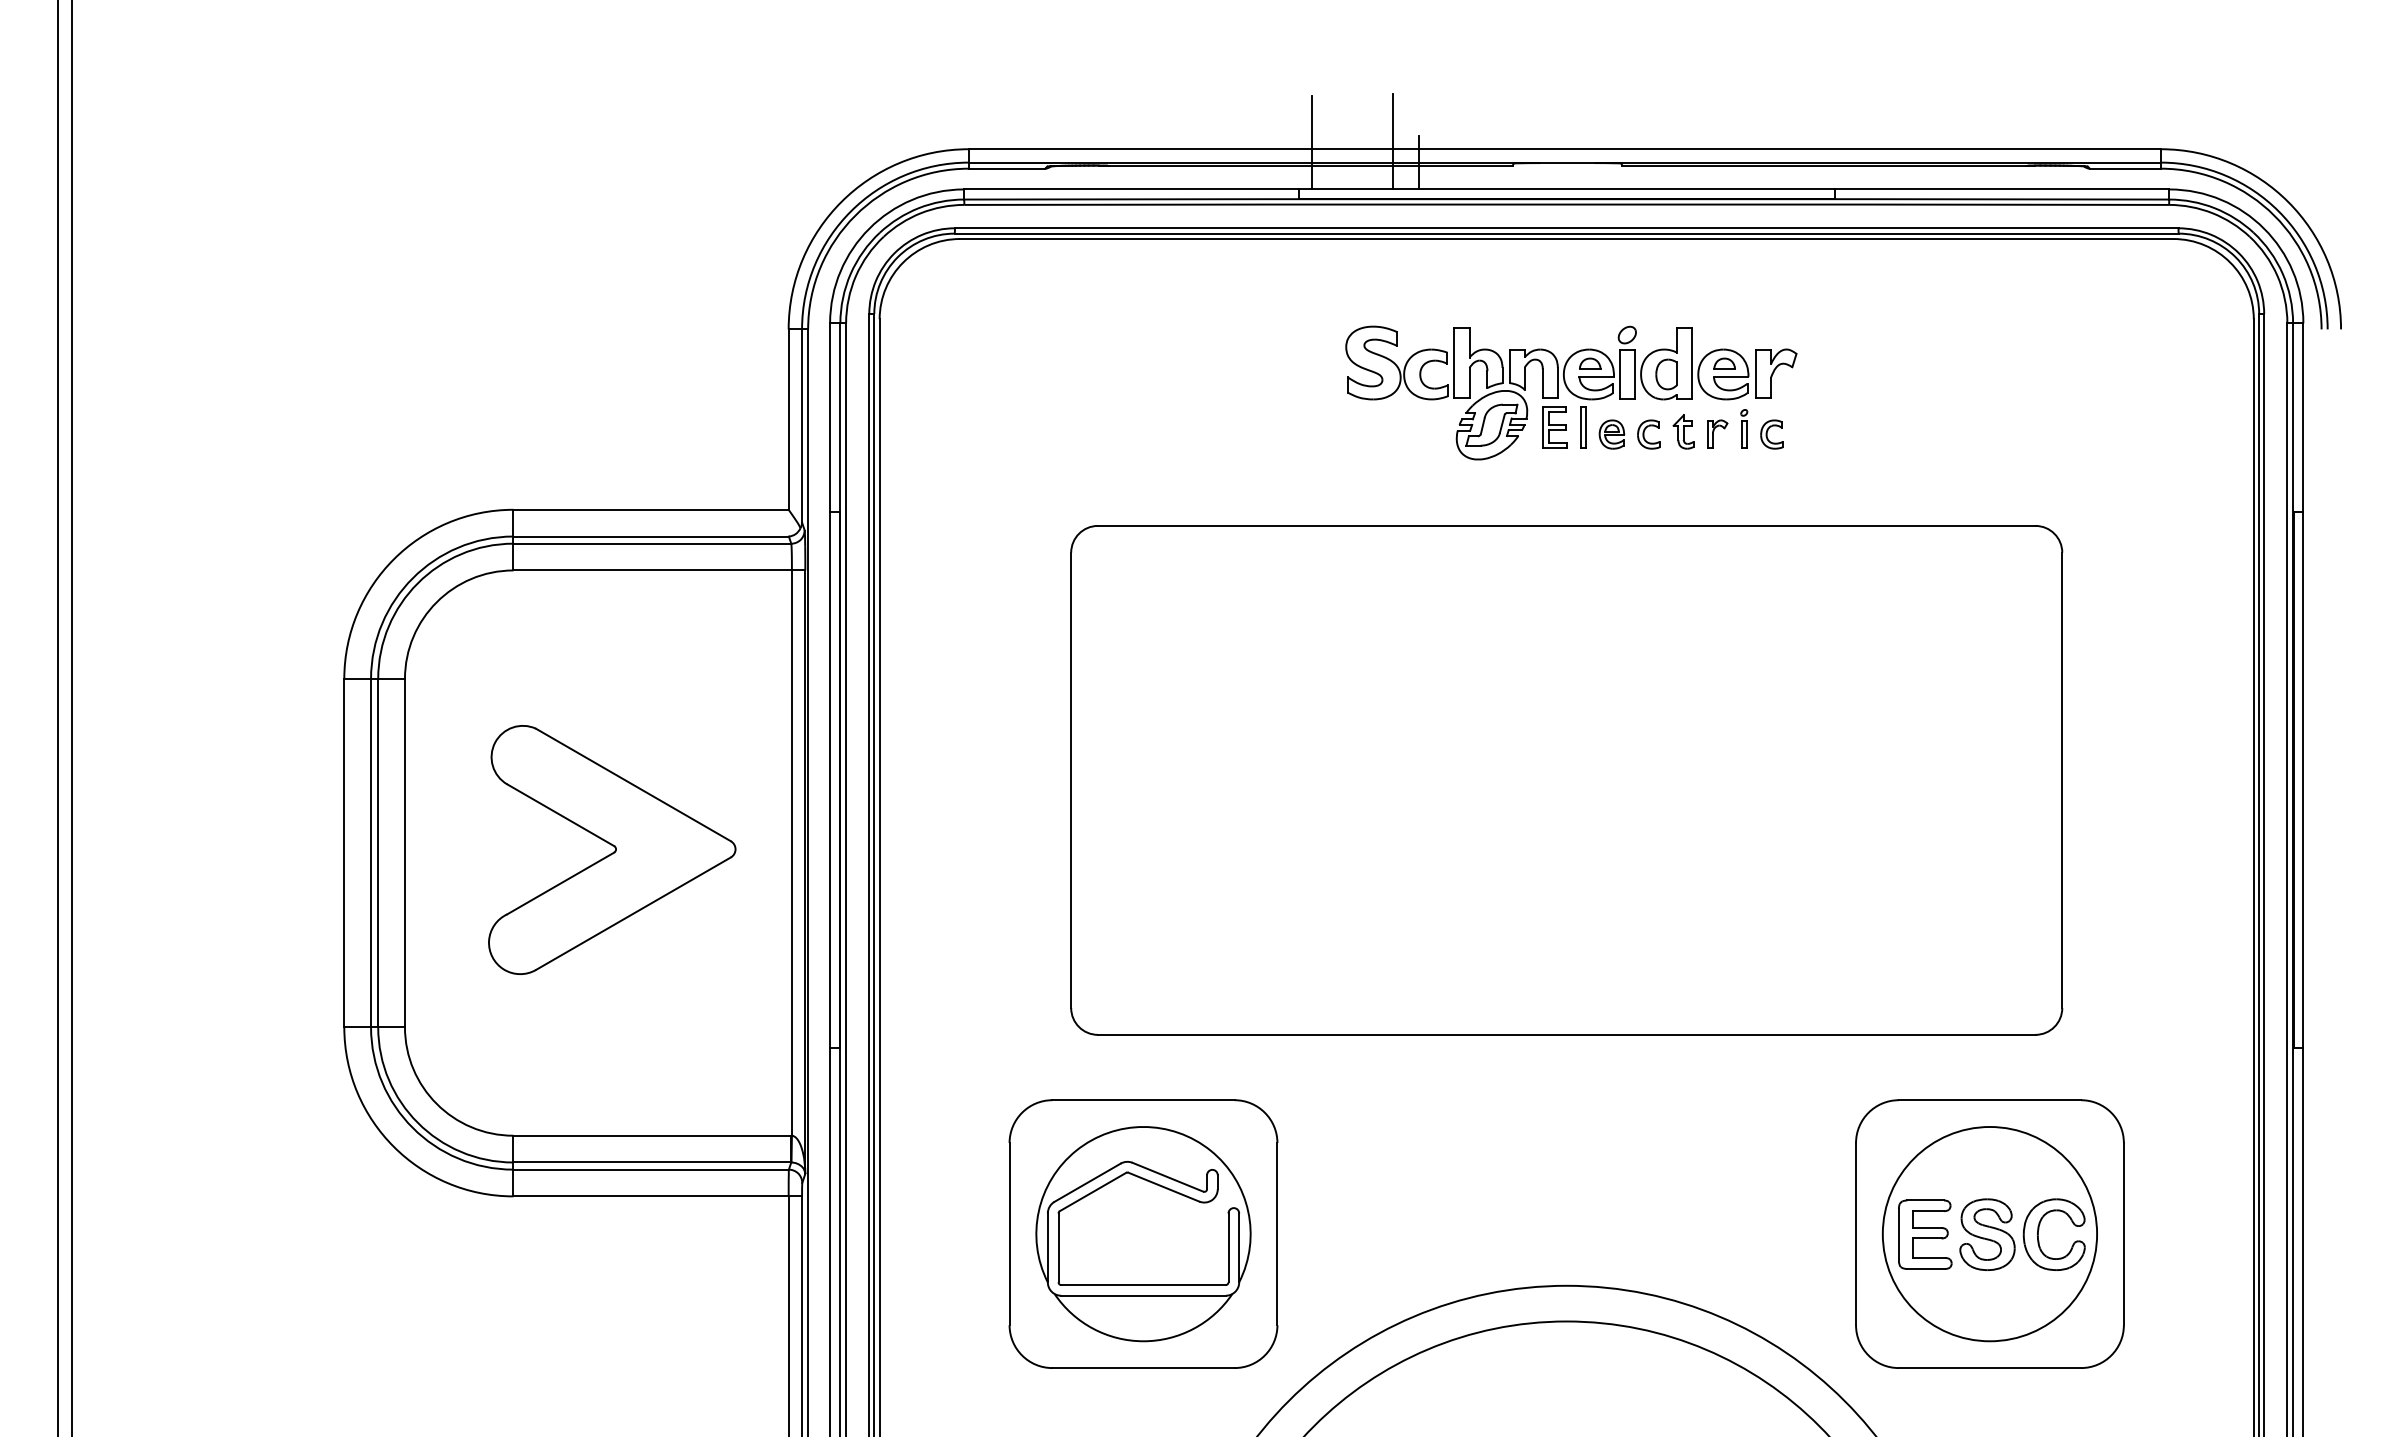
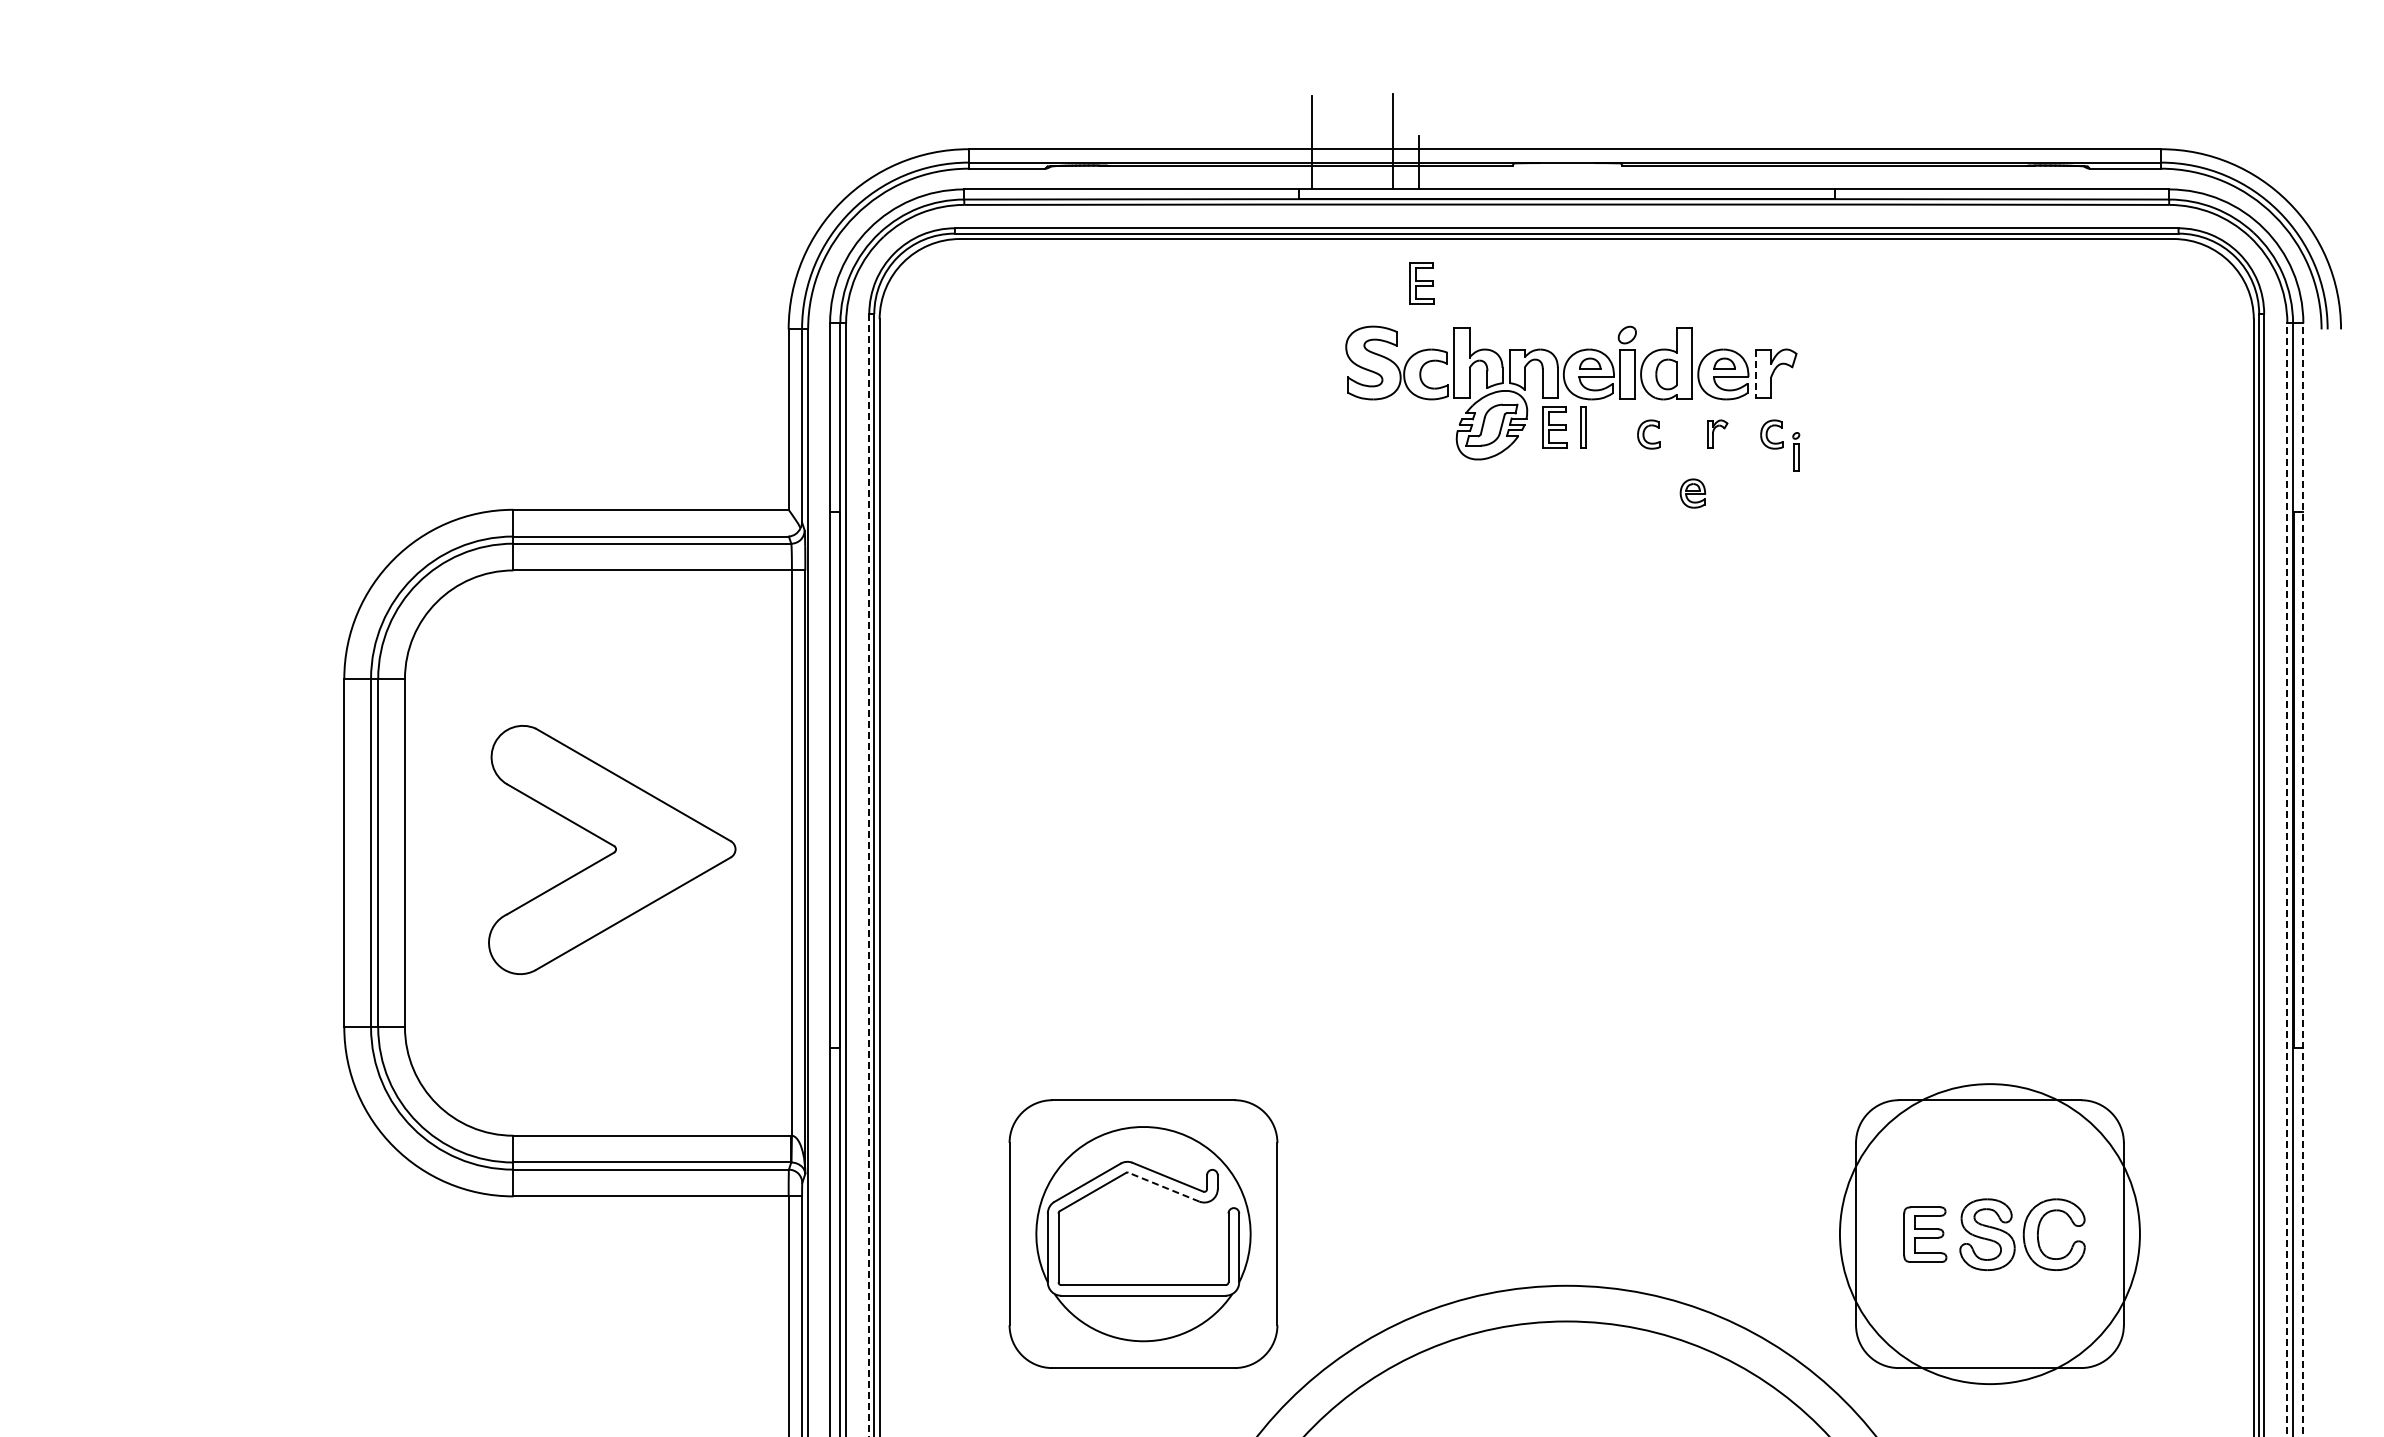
part at (1421, 283): none -> present
line at (1755, 374): solid -> dashed
part at (1744, 428) position: (1744, 428) -> (1796, 451)
part at (1683, 431): present -> none
part at (1611, 434) position: (1611, 434) -> (1692, 493)
line at (58, 717): present -> none
line at (71, 717): present -> none
part at (1566, 780): present -> none
line at (869, 875): solid -> dashed
line at (2287, 879): solid -> dashed
line at (2303, 879): solid -> dashed
line at (1163, 1186): solid -> dashed
circle at (1989, 1233) diameter: 214 px -> 300 px
part at (1925, 1234) size: 55x71 px -> 45x57 px
